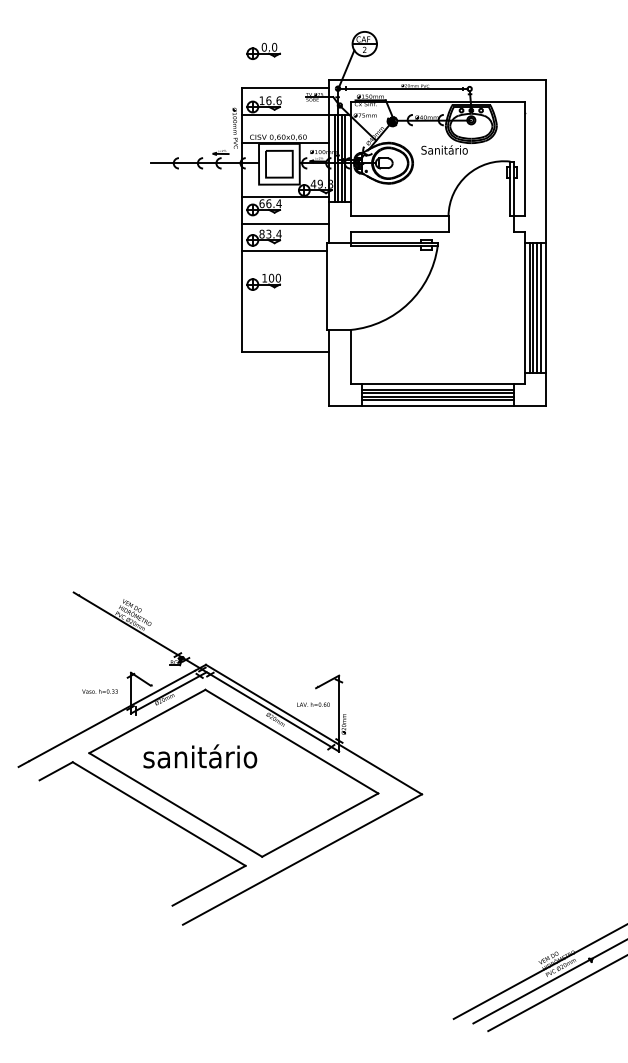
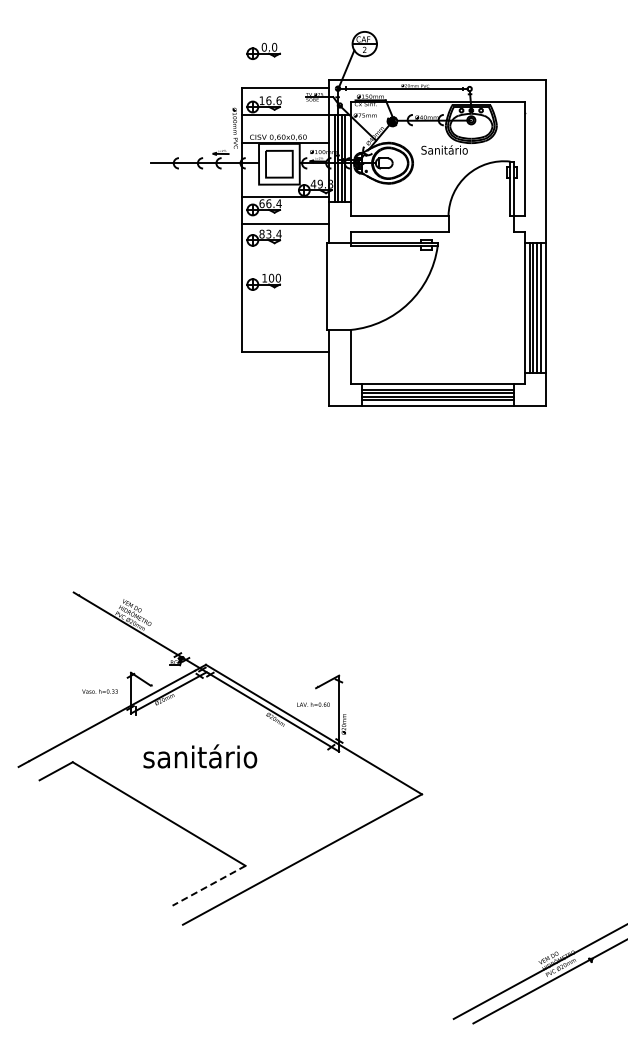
line at (284, 251): present -> none
part at (233, 772): present -> none
line at (209, 885): solid -> dashed
line at (556, 993): present -> none
